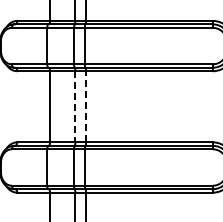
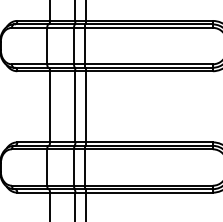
line at (75, 106): dashed -> solid
line at (86, 106): dashed -> solid
